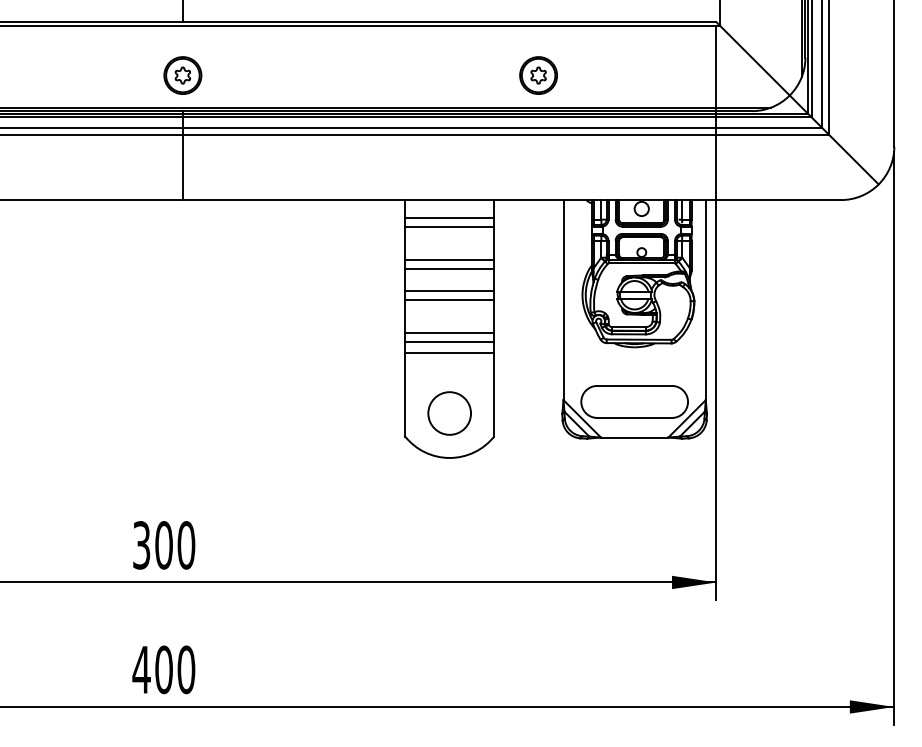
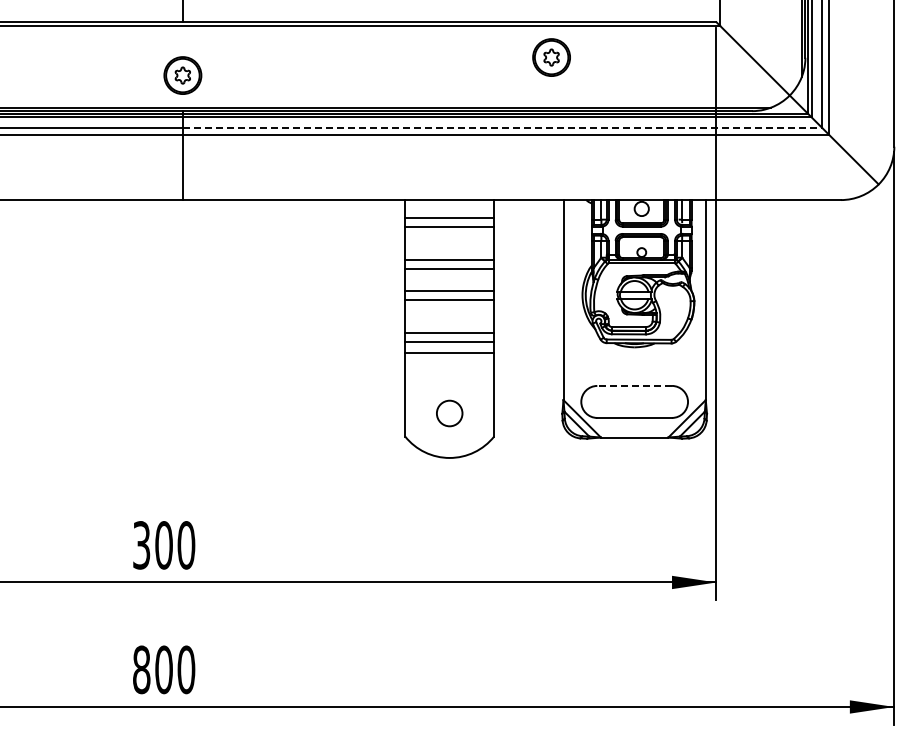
part at (538, 75) position: (538, 75) -> (551, 57)
line at (502, 127): solid -> dashed
line at (634, 385): solid -> dashed
circle at (449, 413) diameter: 43 px -> 26 px
text at (141, 669): 400 -> 800
